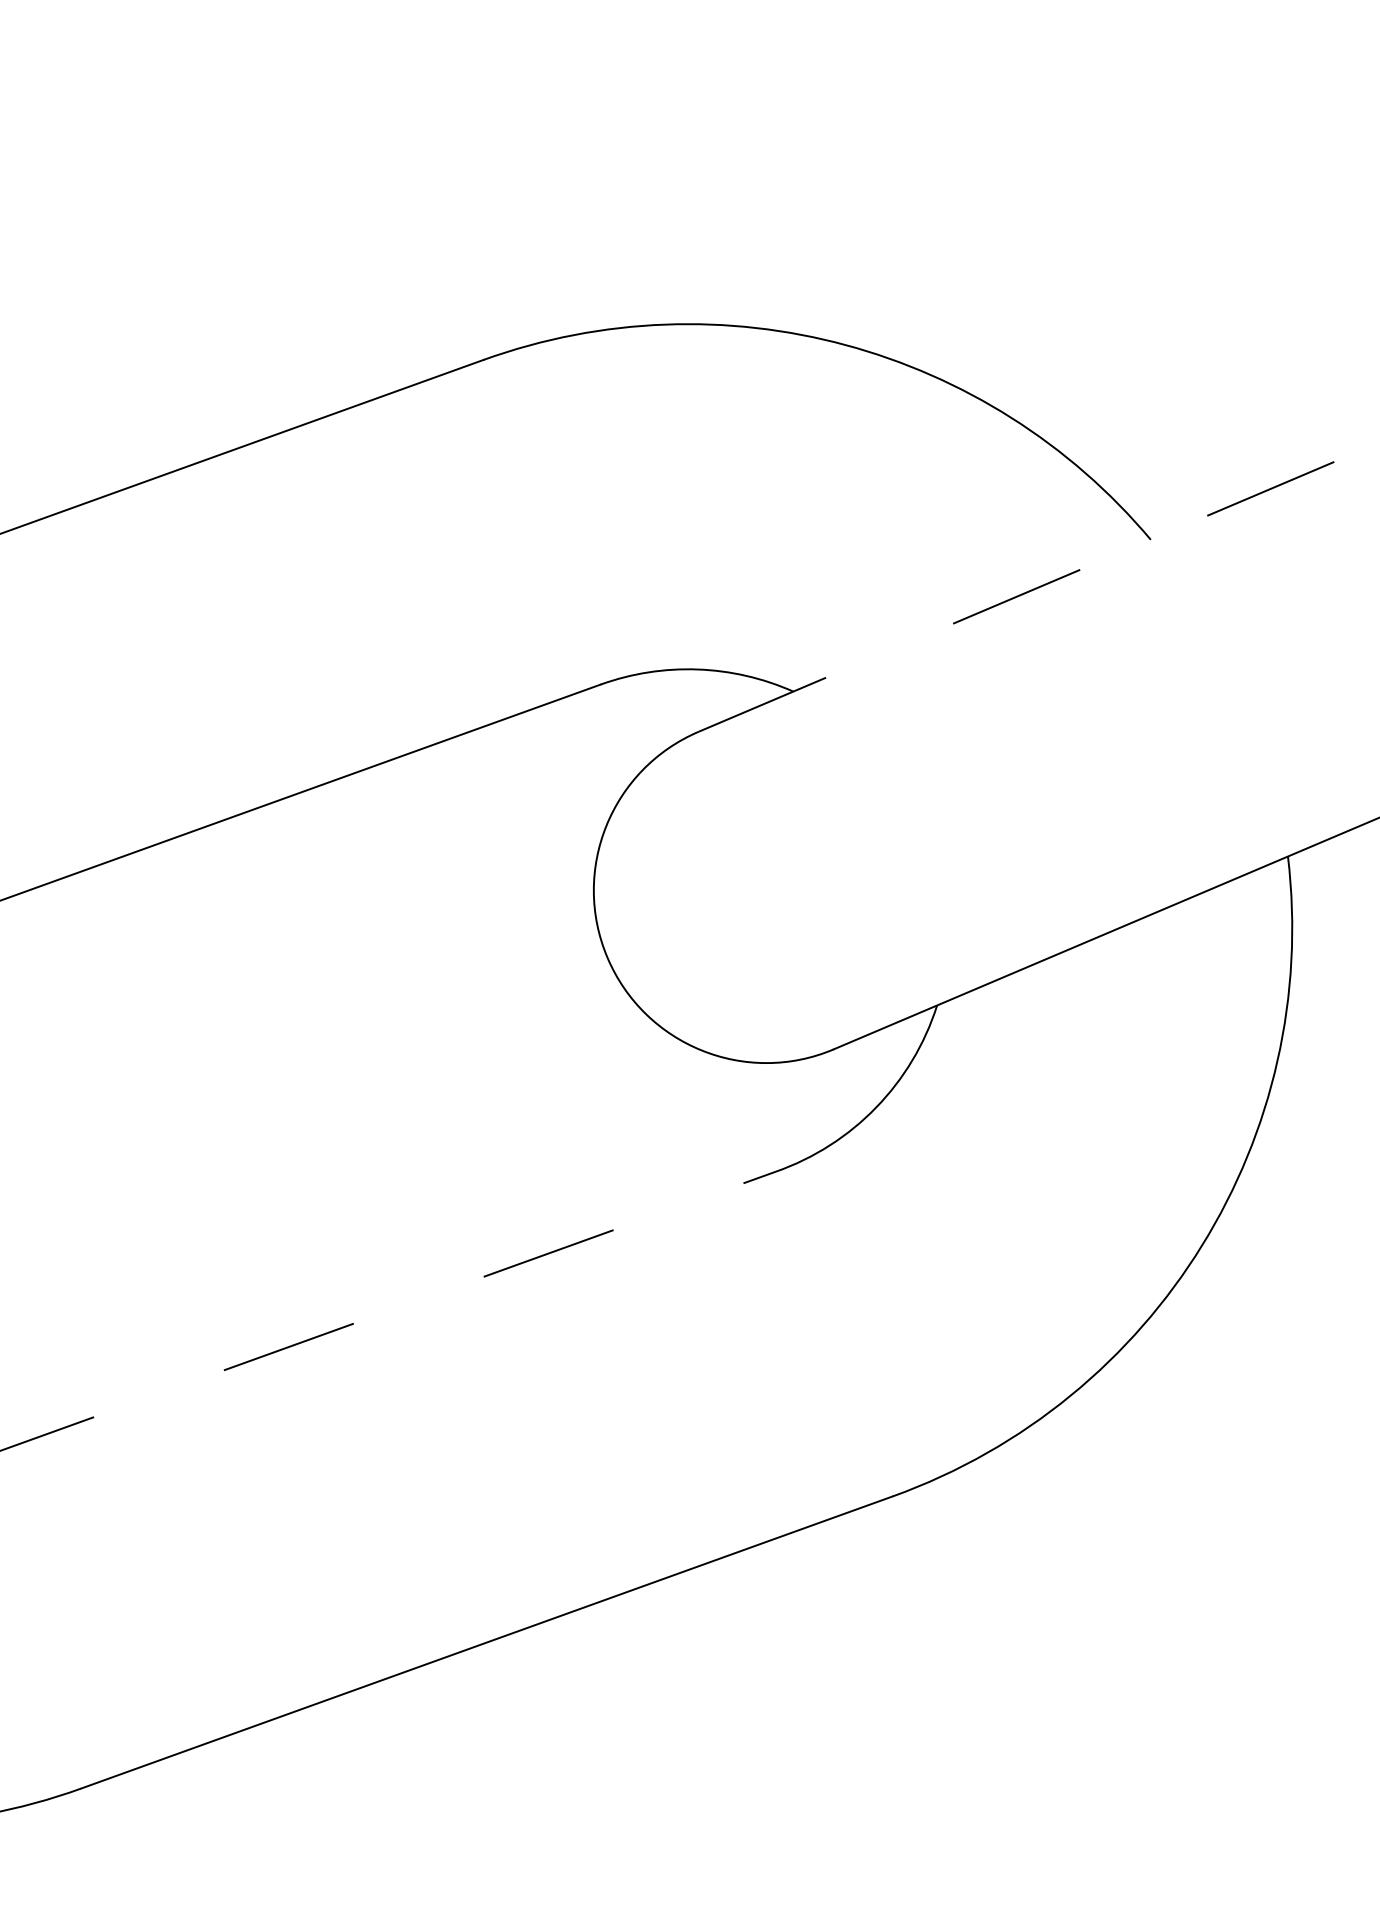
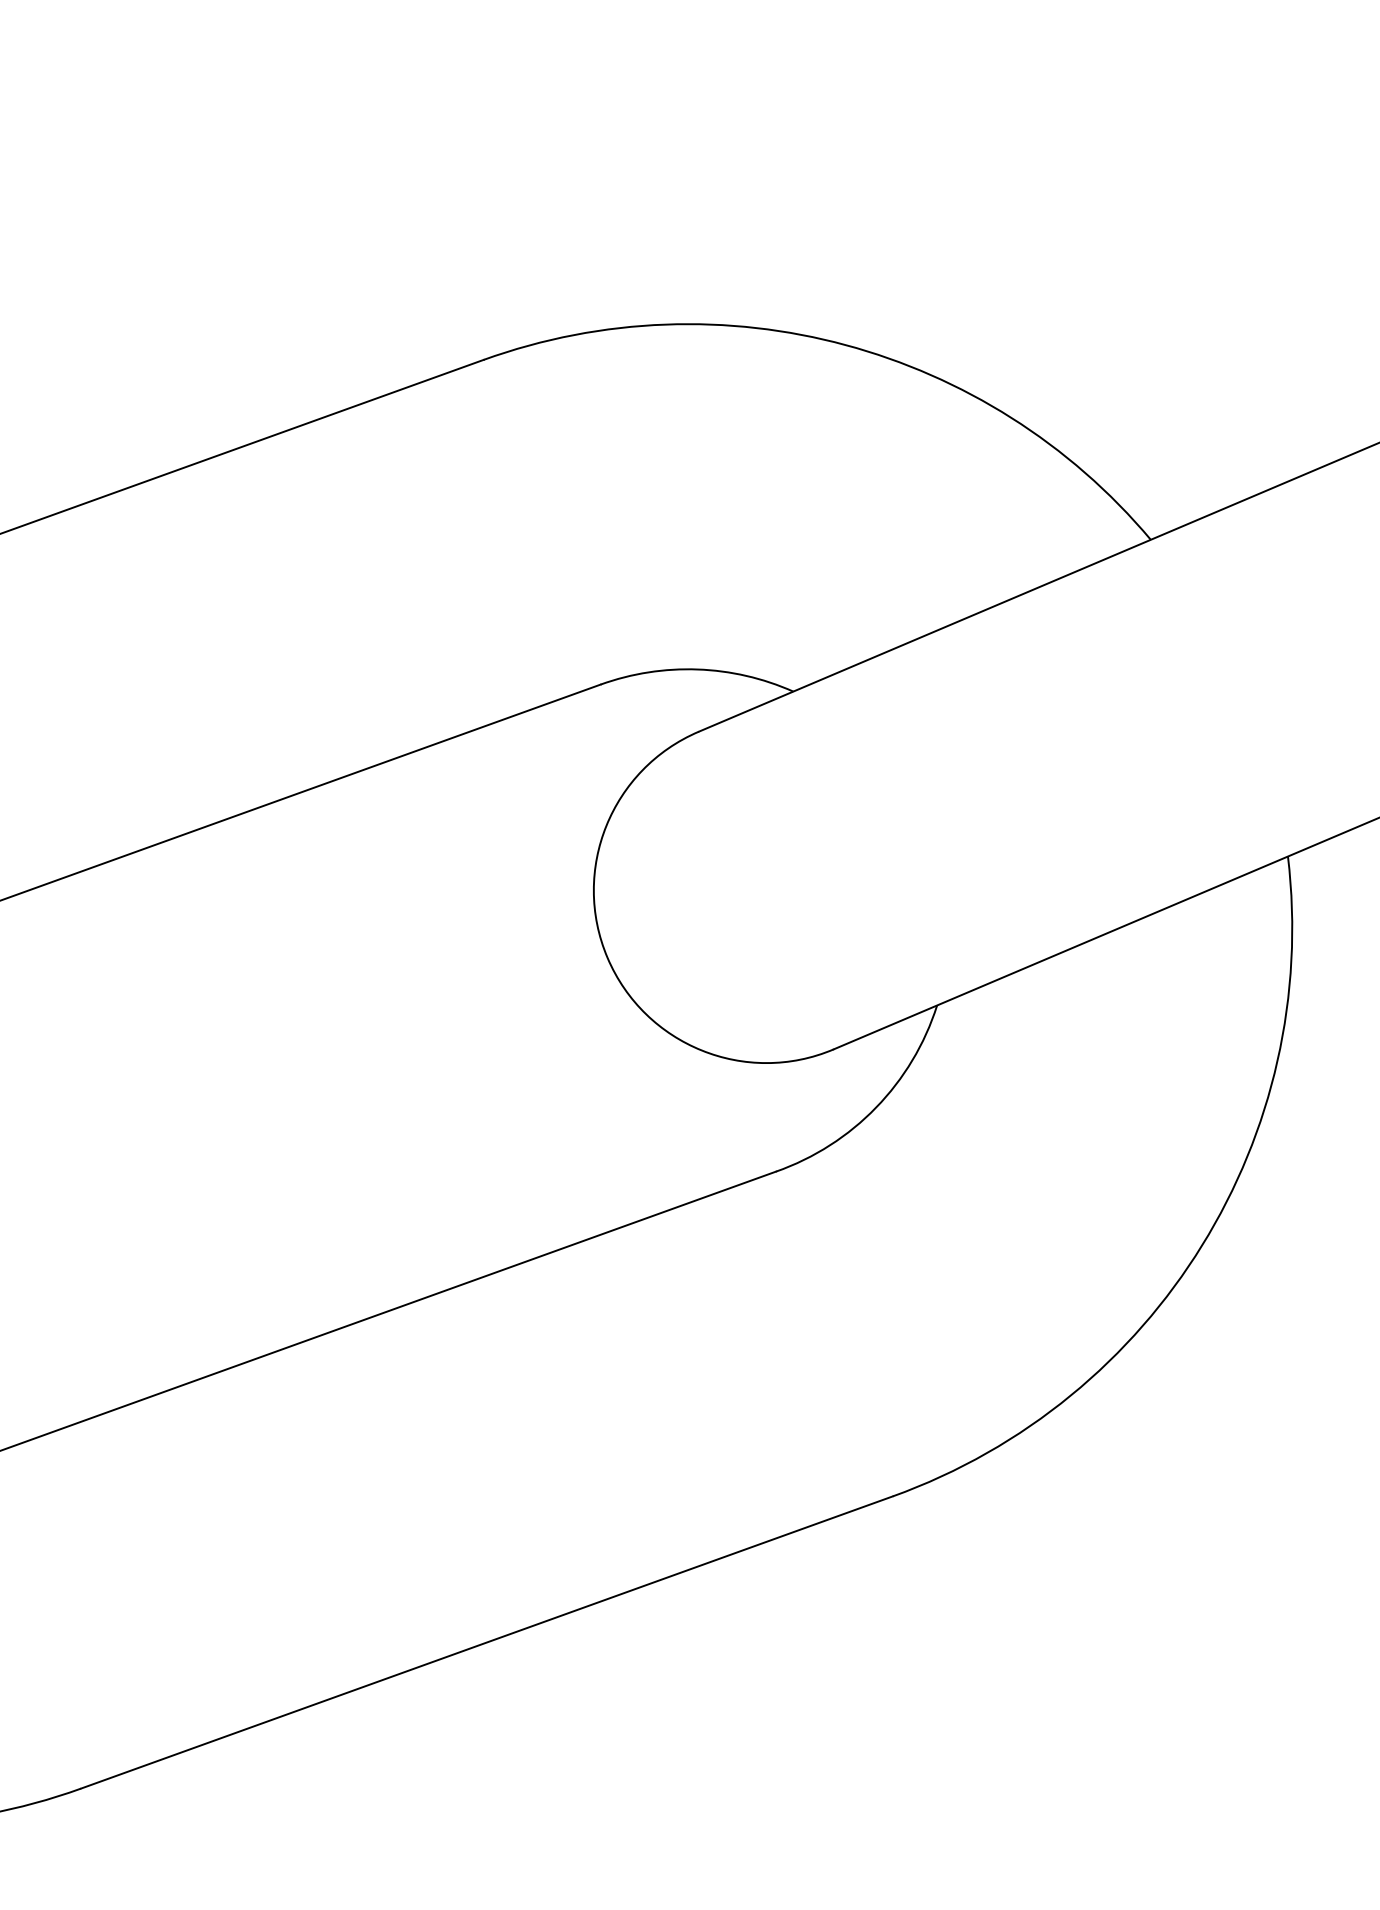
line at (1039, 587): dashed -> solid
line at (388, 1311): dashed -> solid
